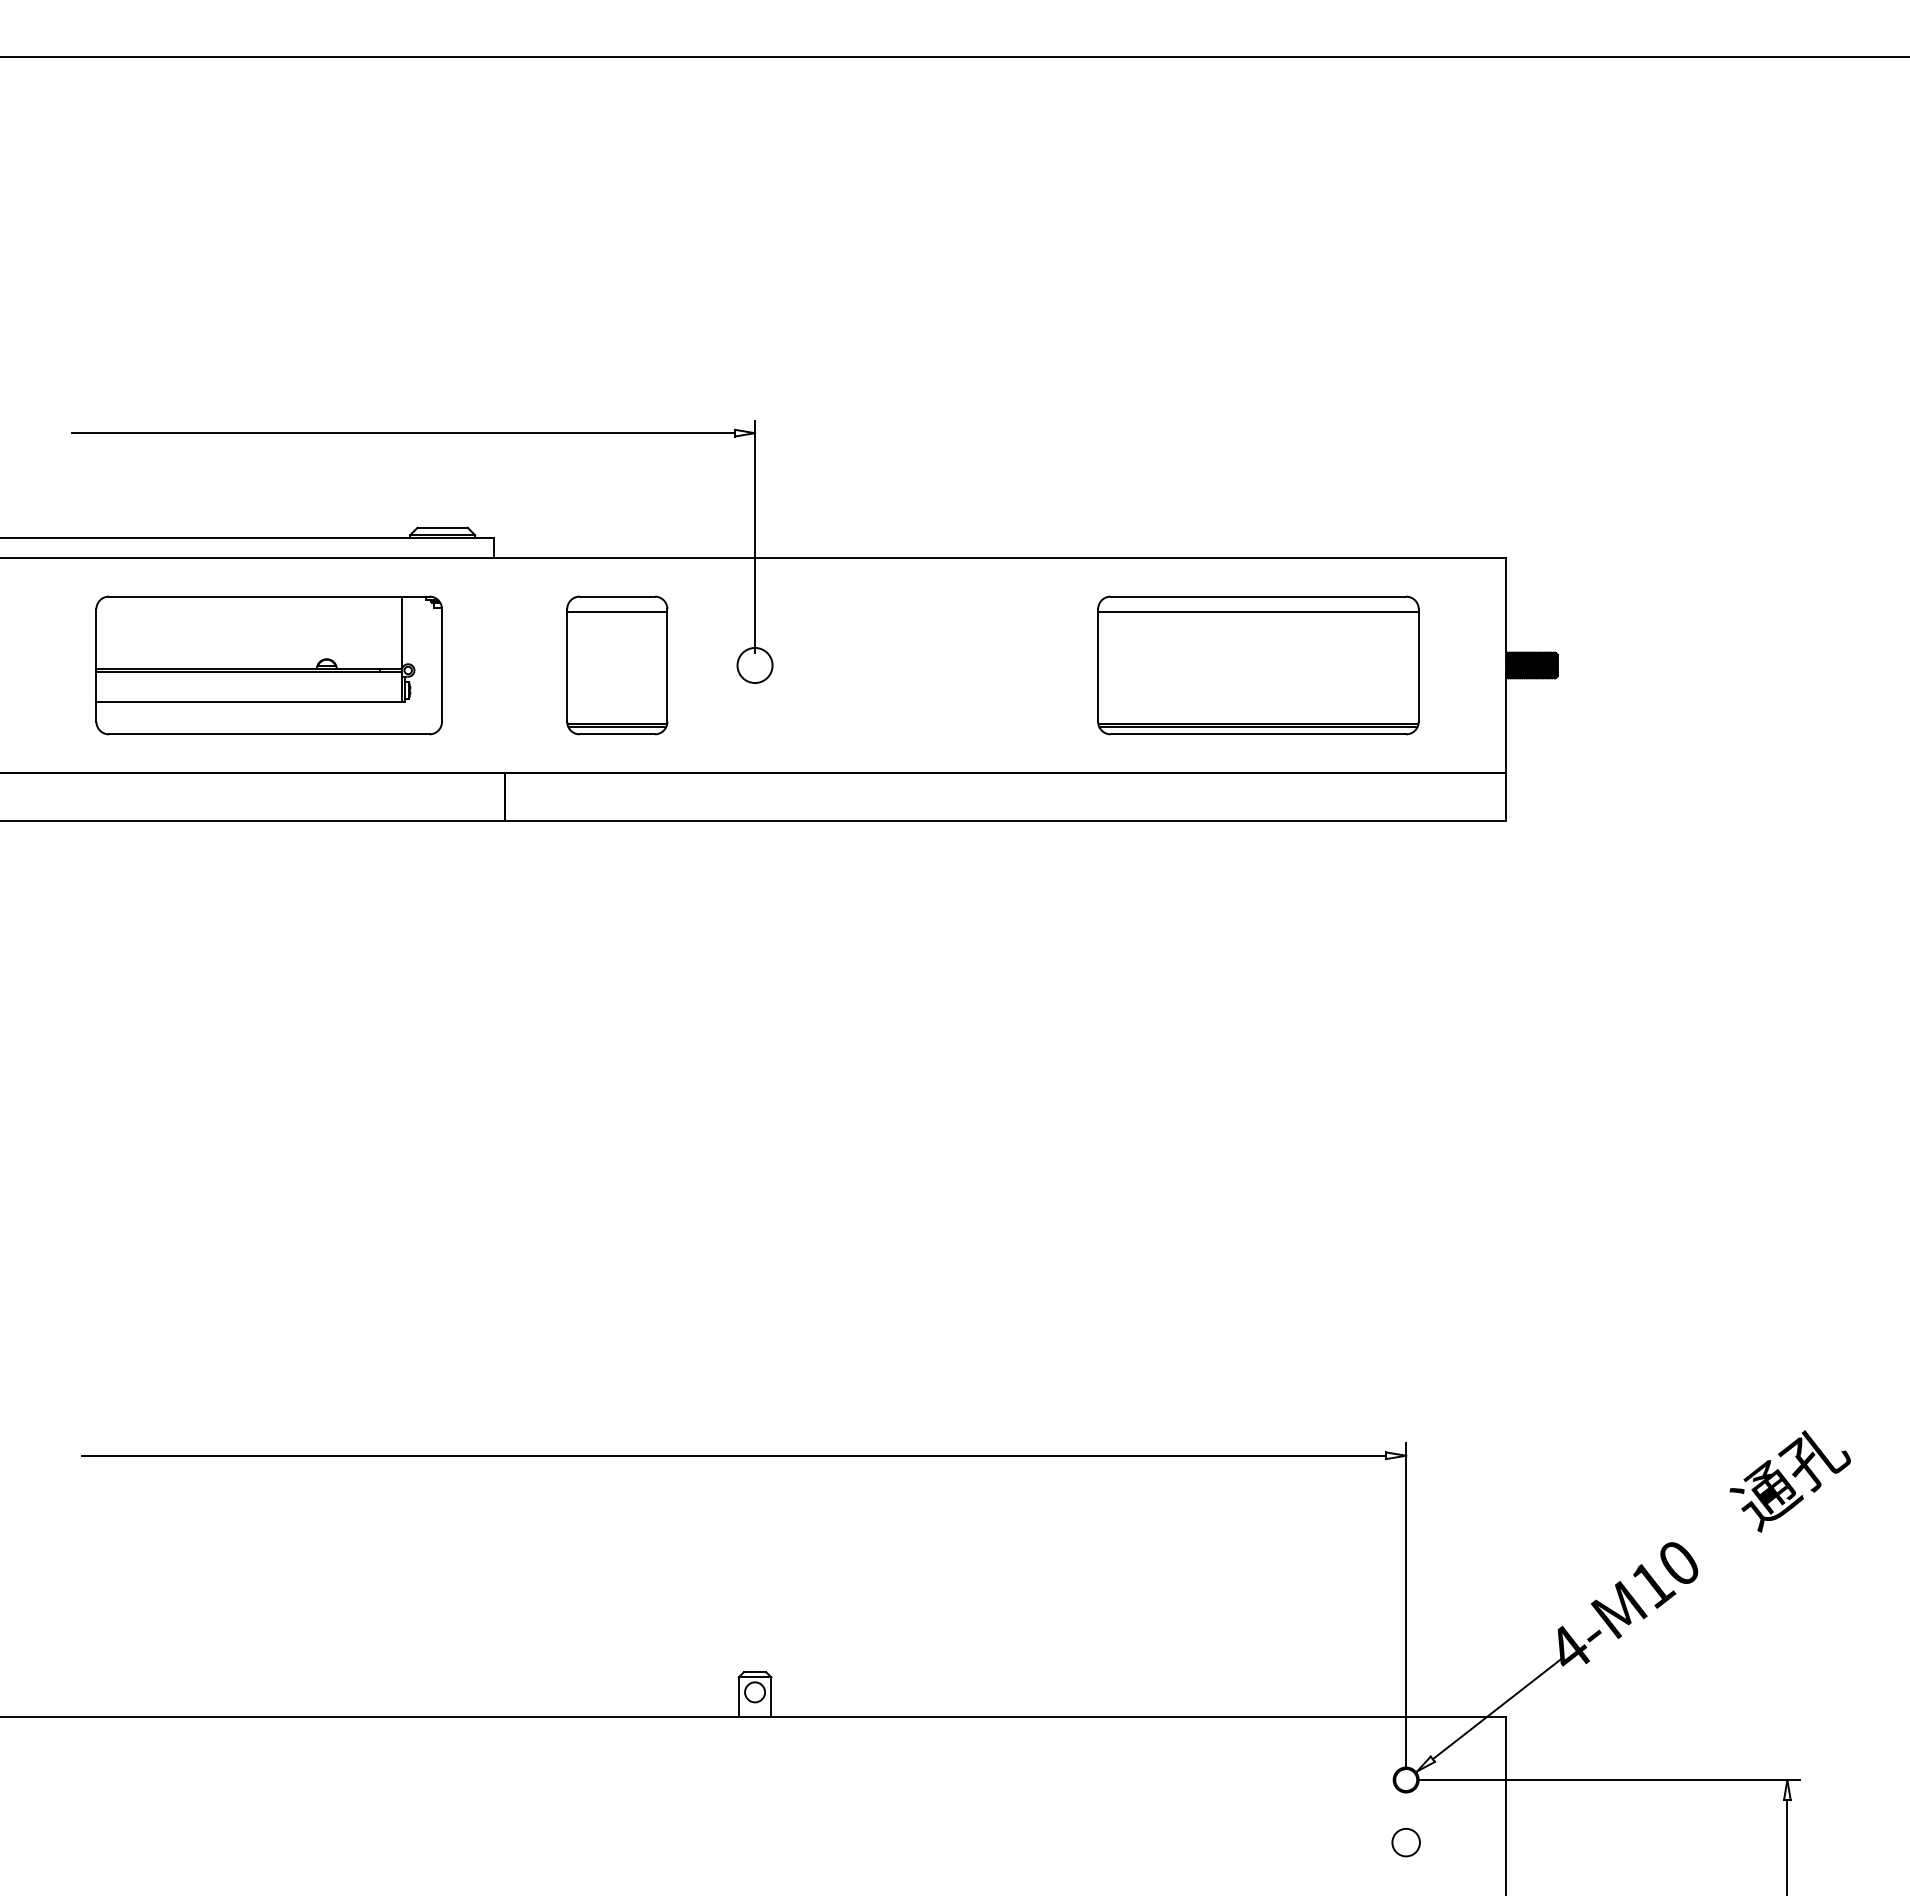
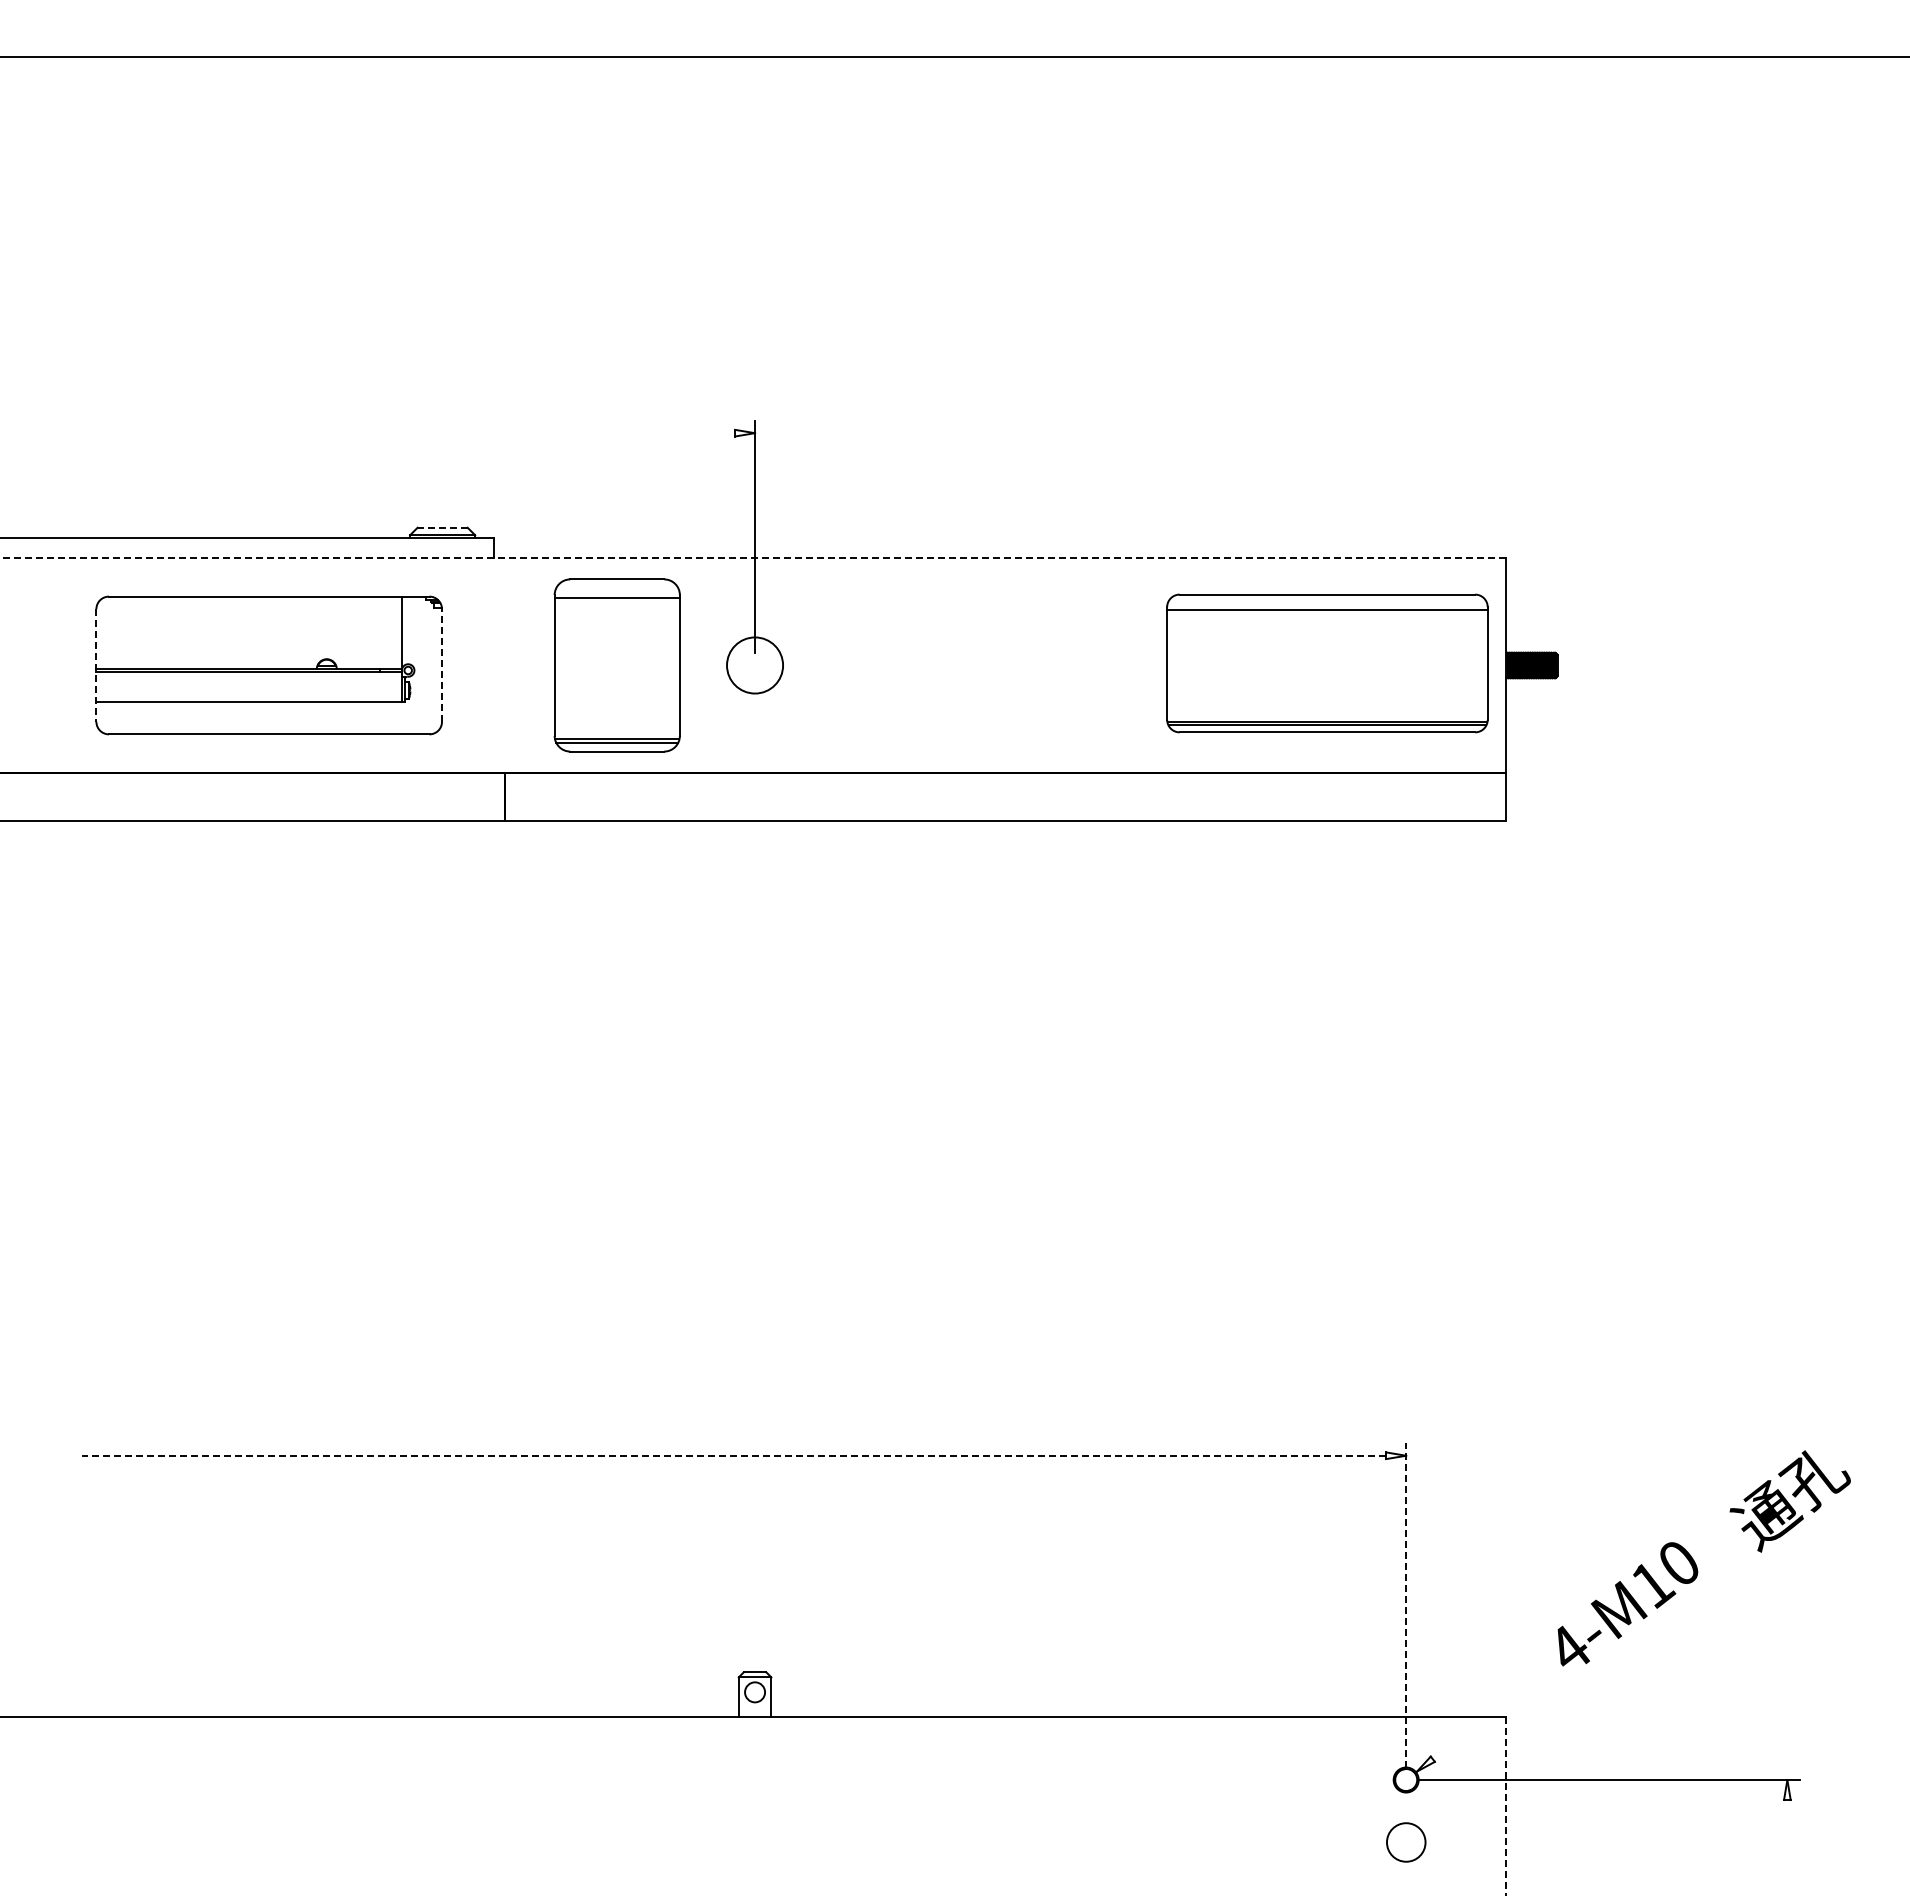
line at (403, 433): present -> none
line at (442, 527): solid -> dashed
line at (753, 557): solid -> dashed
line at (442, 665): solid -> dashed
part at (617, 665) size: 103x141 px -> 128x175 px
circle at (754, 665) diameter: 35 px -> 56 px
part at (1258, 665) position: (1258, 665) -> (1327, 663)
line at (96, 666): solid -> dashed
line at (733, 1455): solid -> dashed
text at (1789, 1481) position: (1789, 1481) -> (1789, 1501)
line at (1406, 1604): solid -> dashed
line at (1497, 1708): present -> none
line at (1506, 1806): solid -> dashed
circle at (1405, 1842) size: 30x30 px -> 41x41 px
line at (1787, 1846): present -> none
